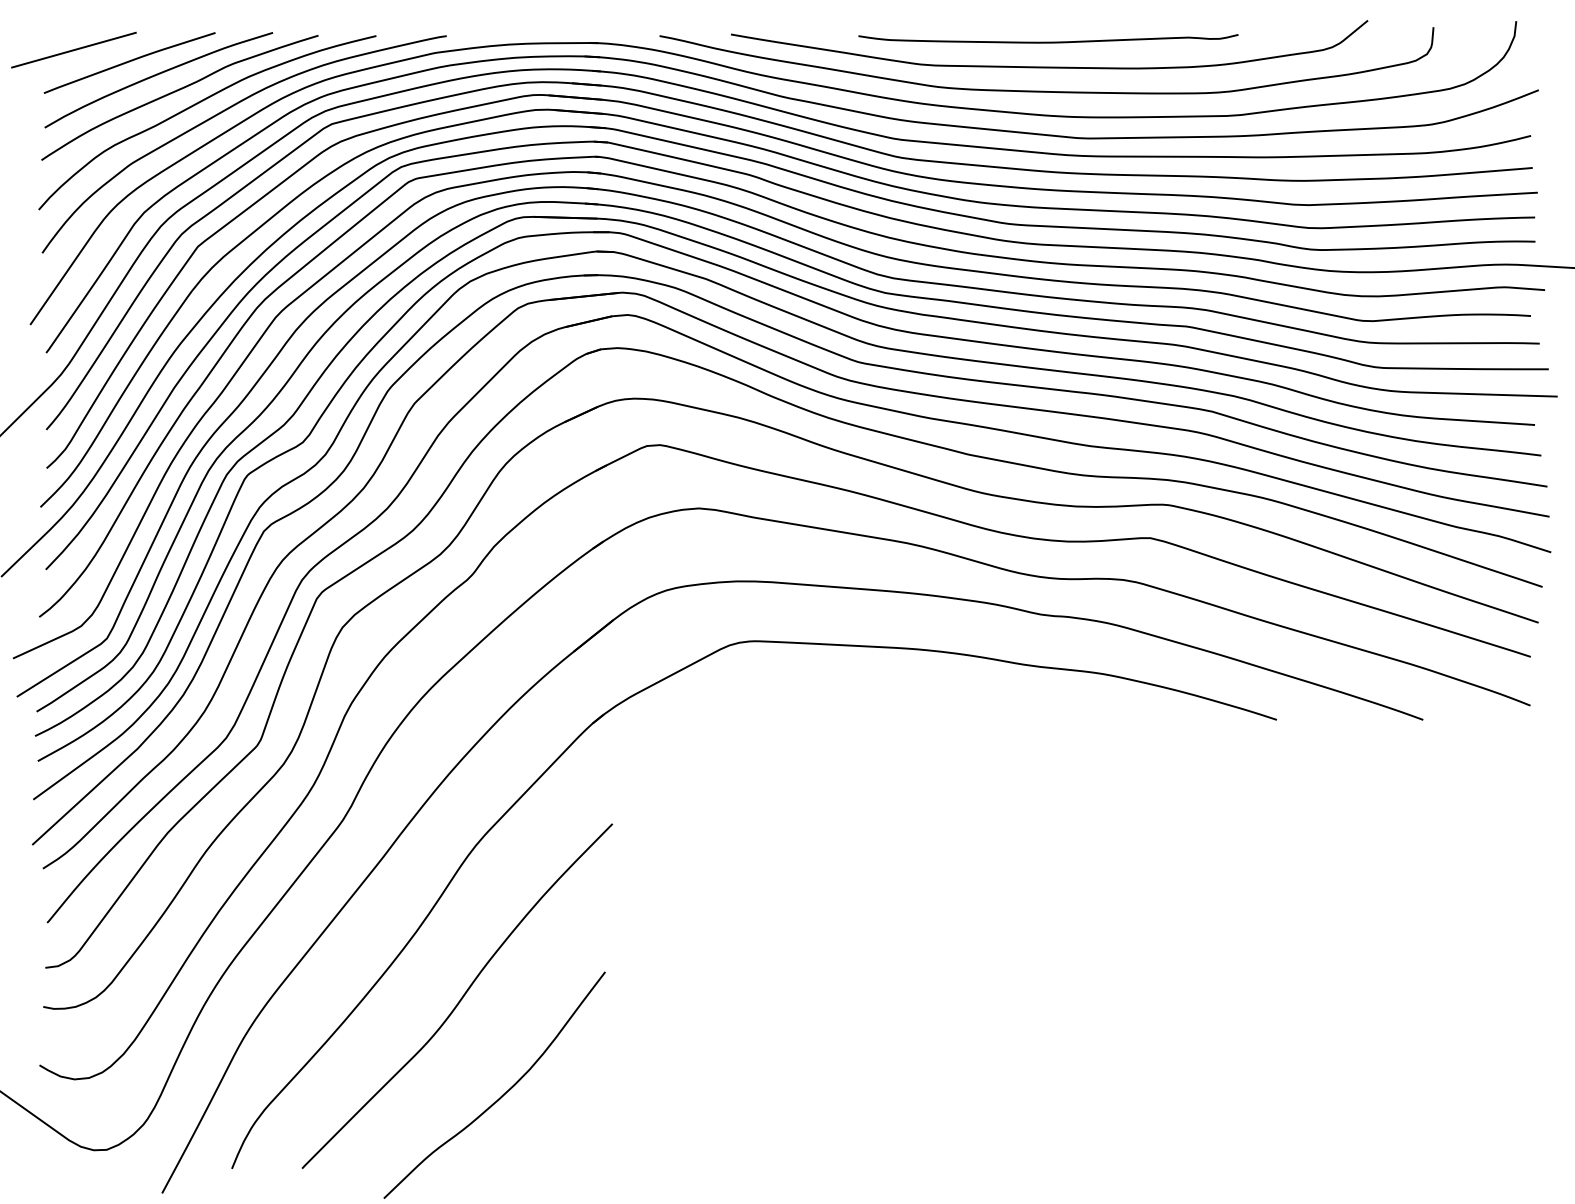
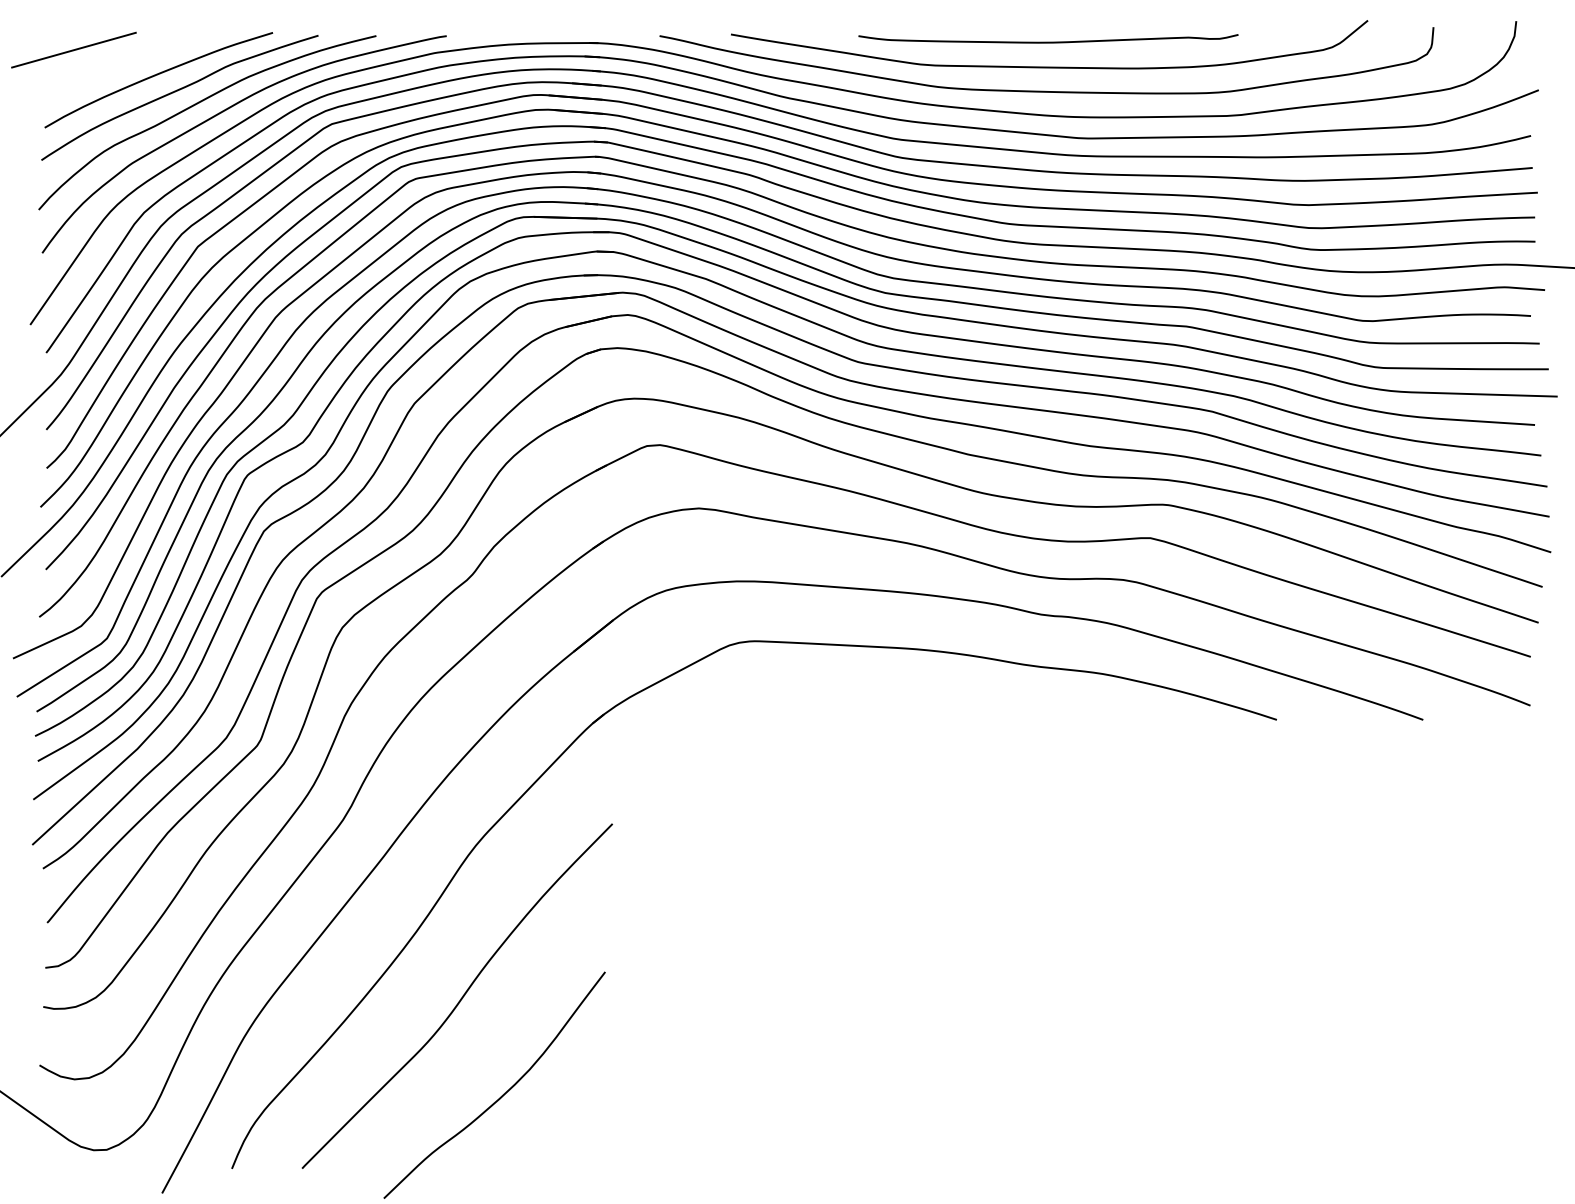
curve at (129, 62): present -> none
